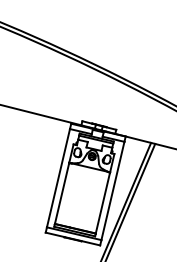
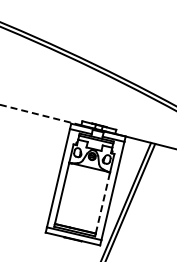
line at (40, 115): solid -> dashed
line at (103, 202): solid -> dashed
